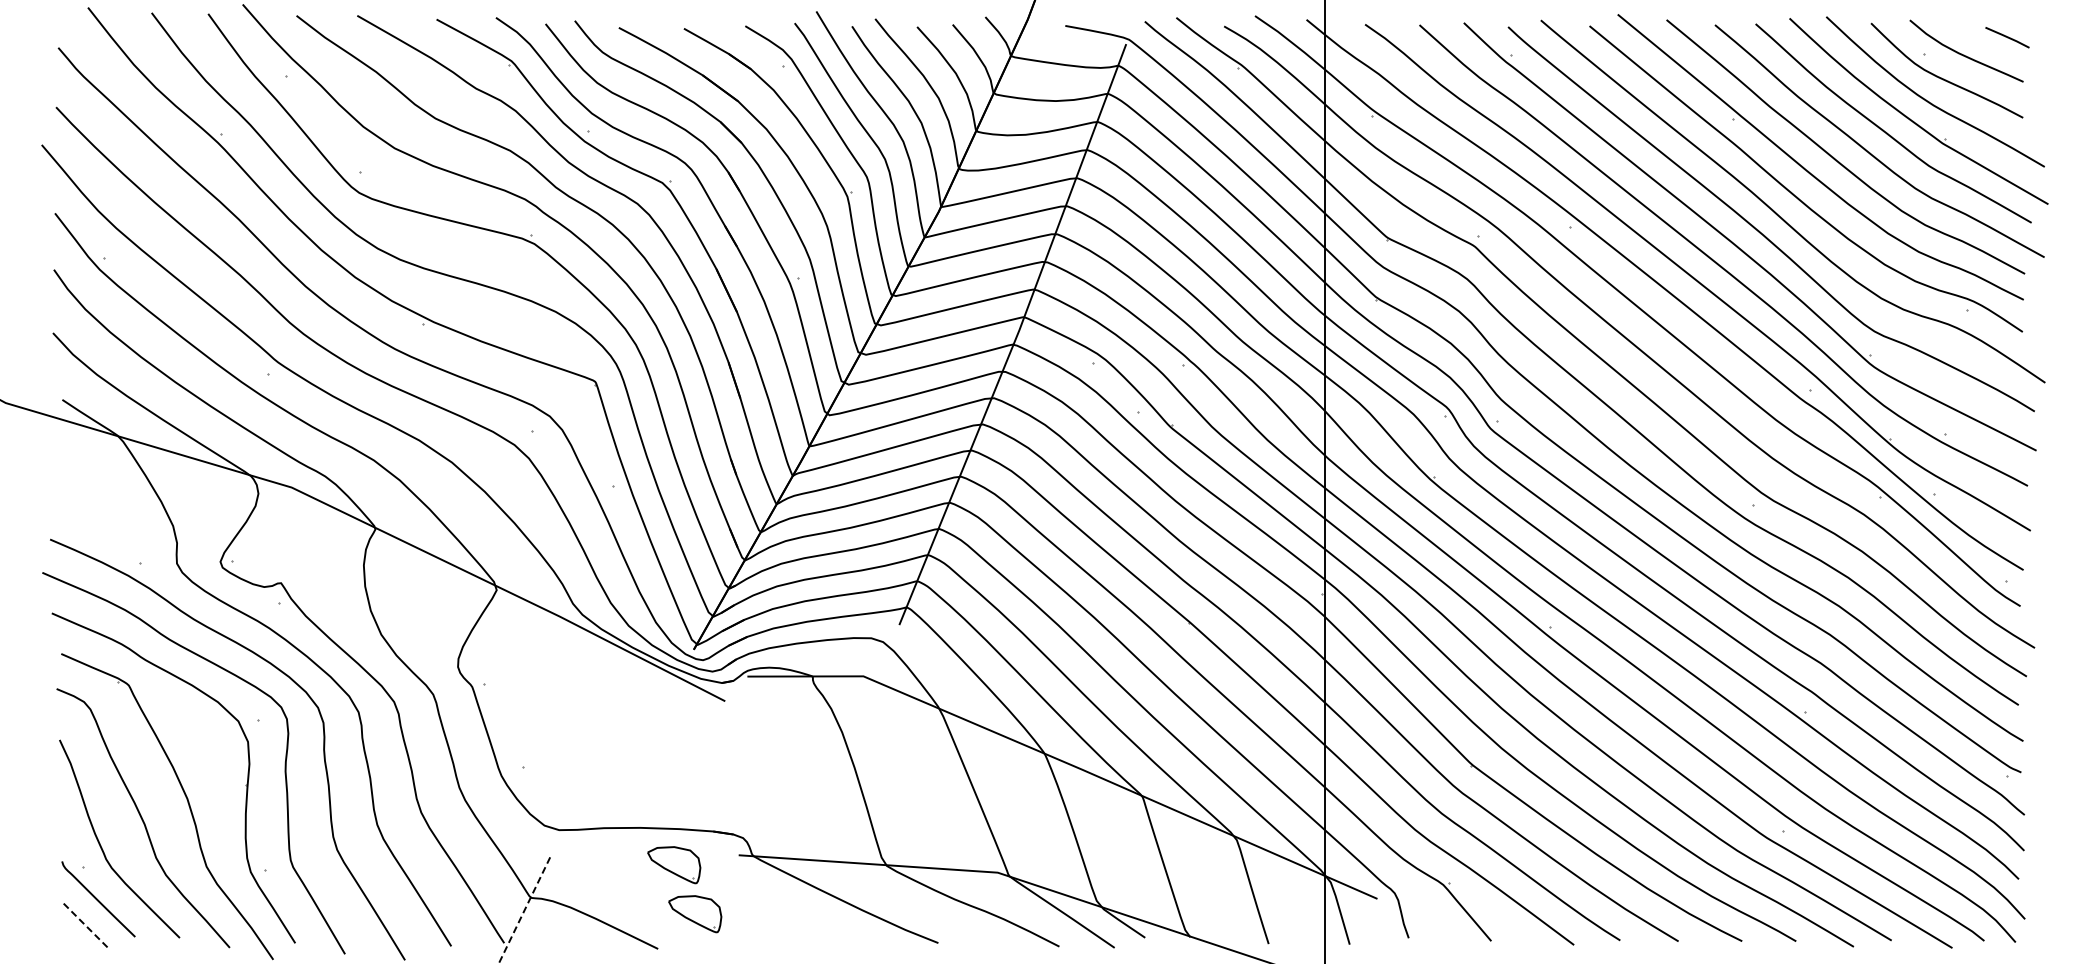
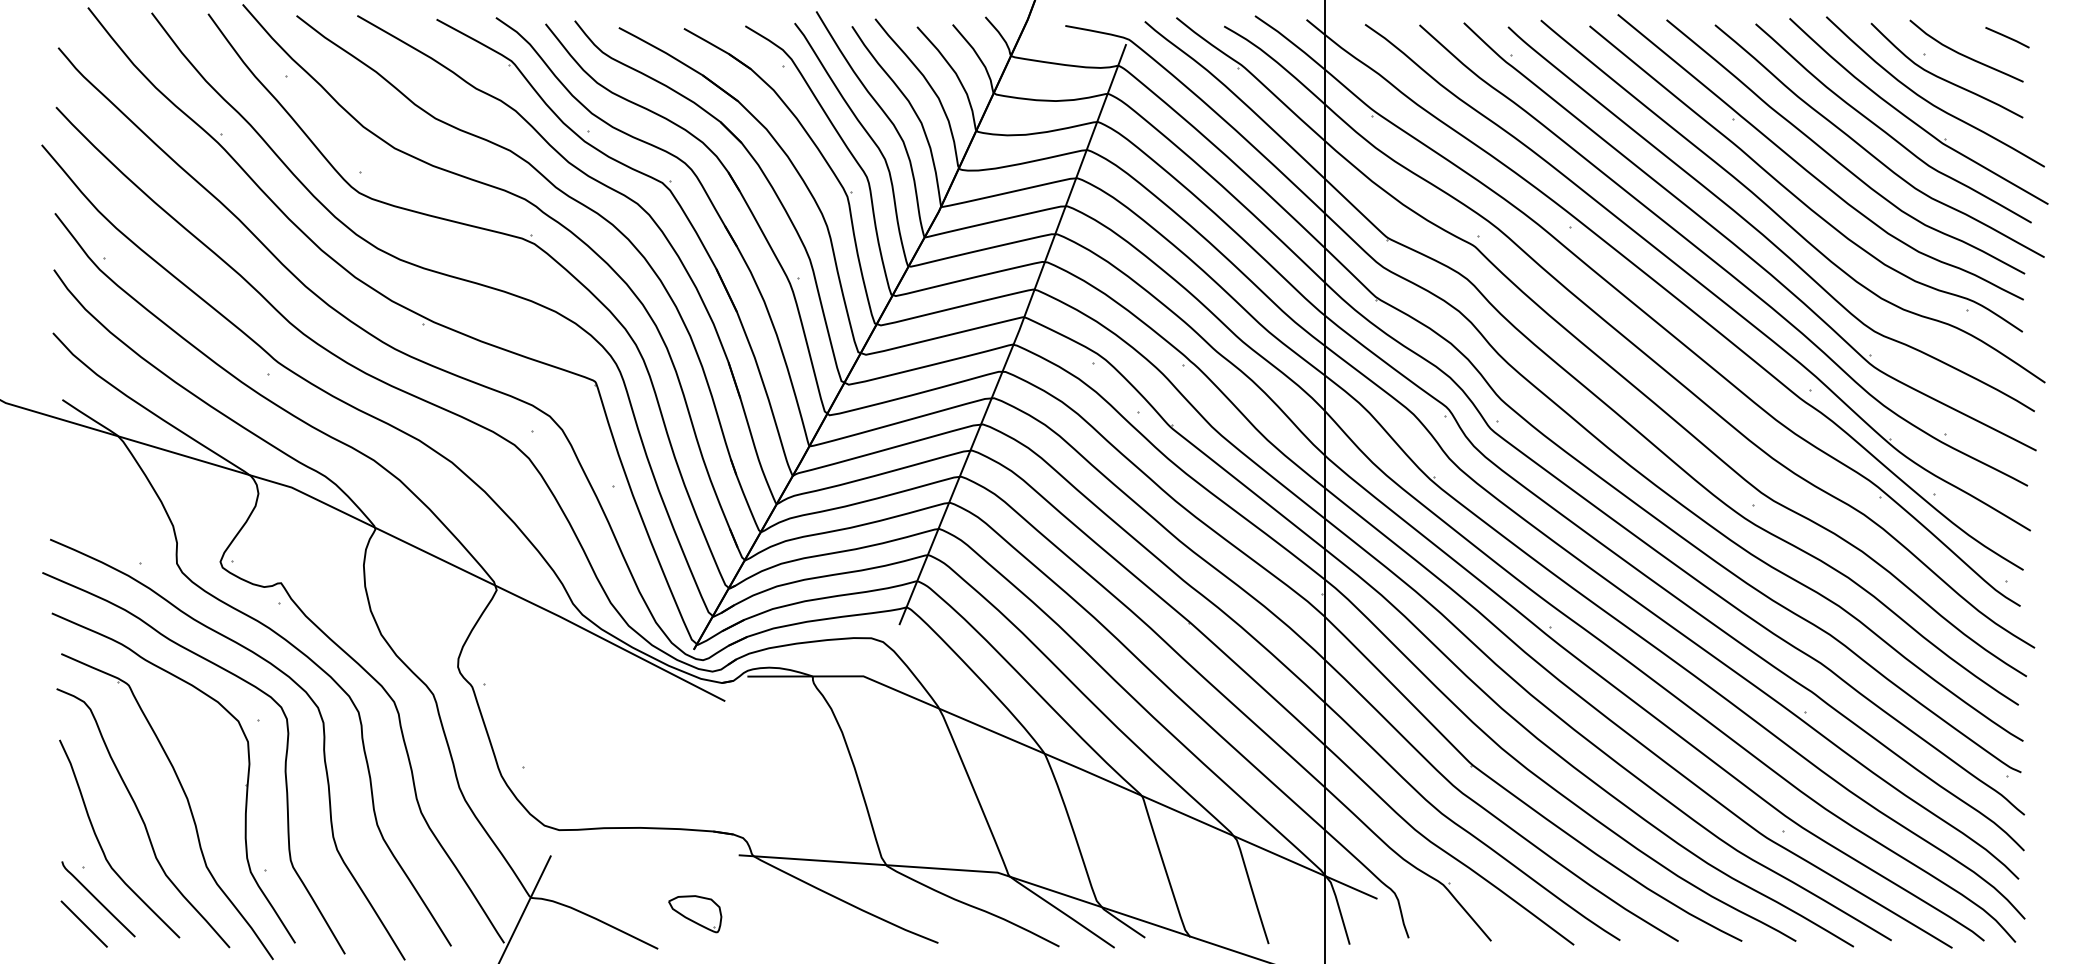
part at (674, 865): present -> none
line at (525, 909): dashed -> solid
line at (83, 923): dashed -> solid
